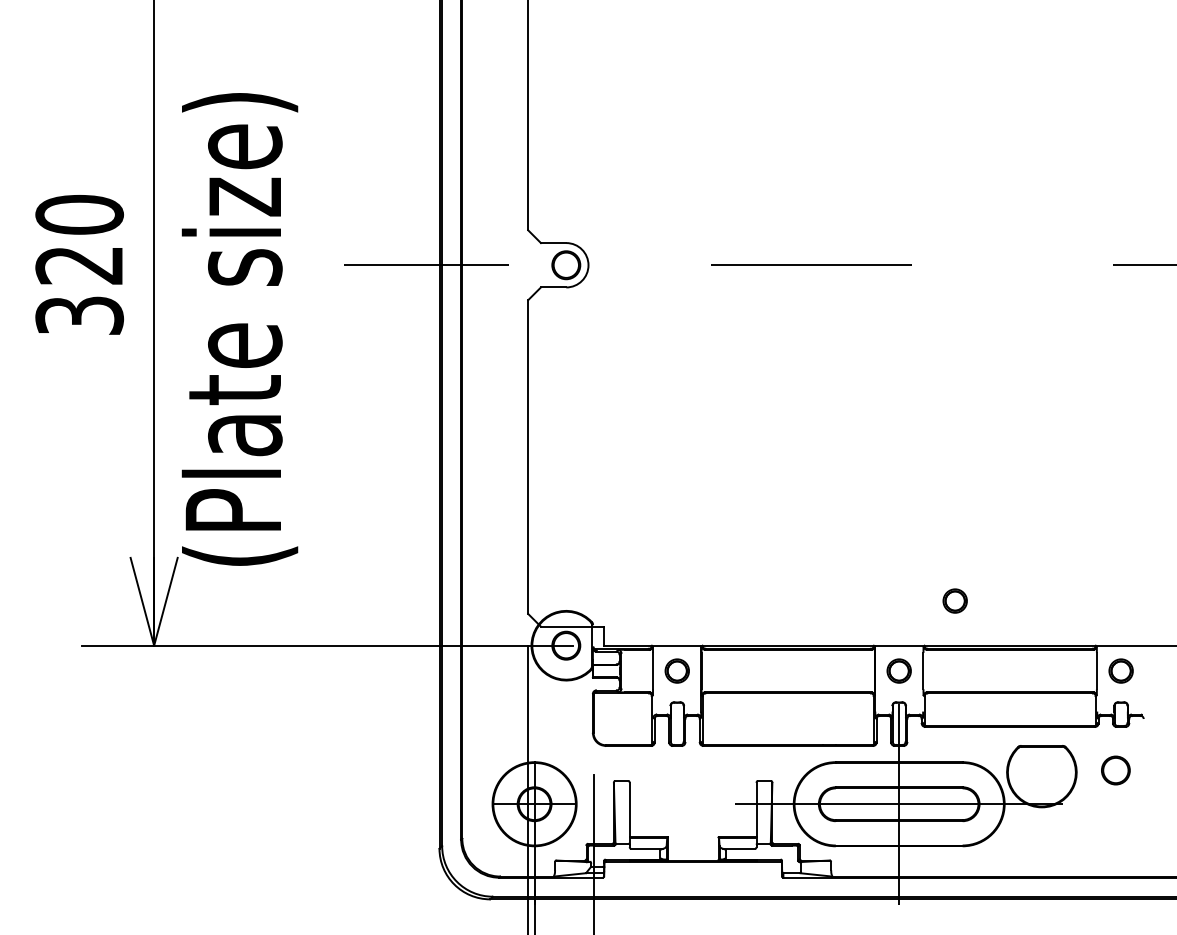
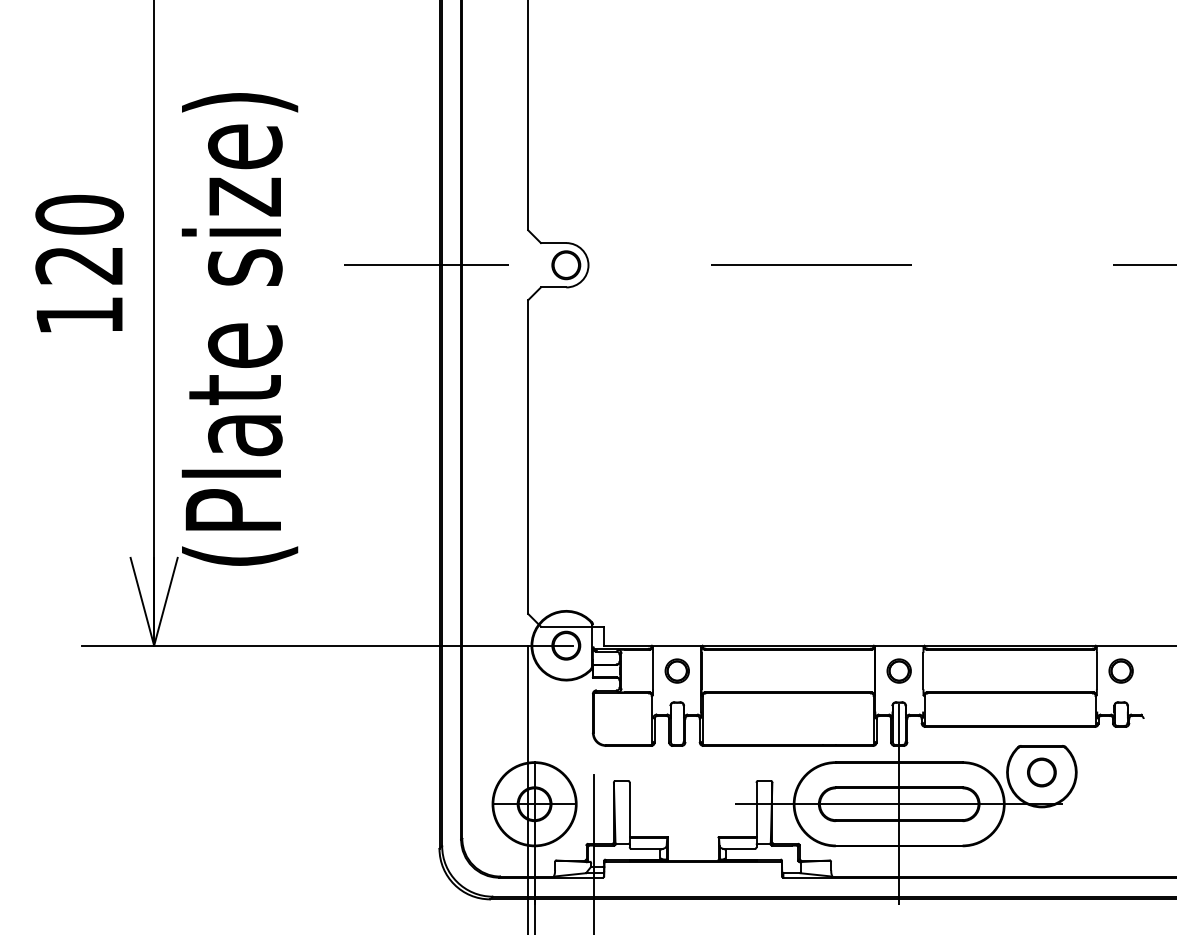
text at (79, 315): 320 -> 120
part at (954, 600): present -> none
circle at (1115, 770) position: (1115, 770) -> (1041, 772)
